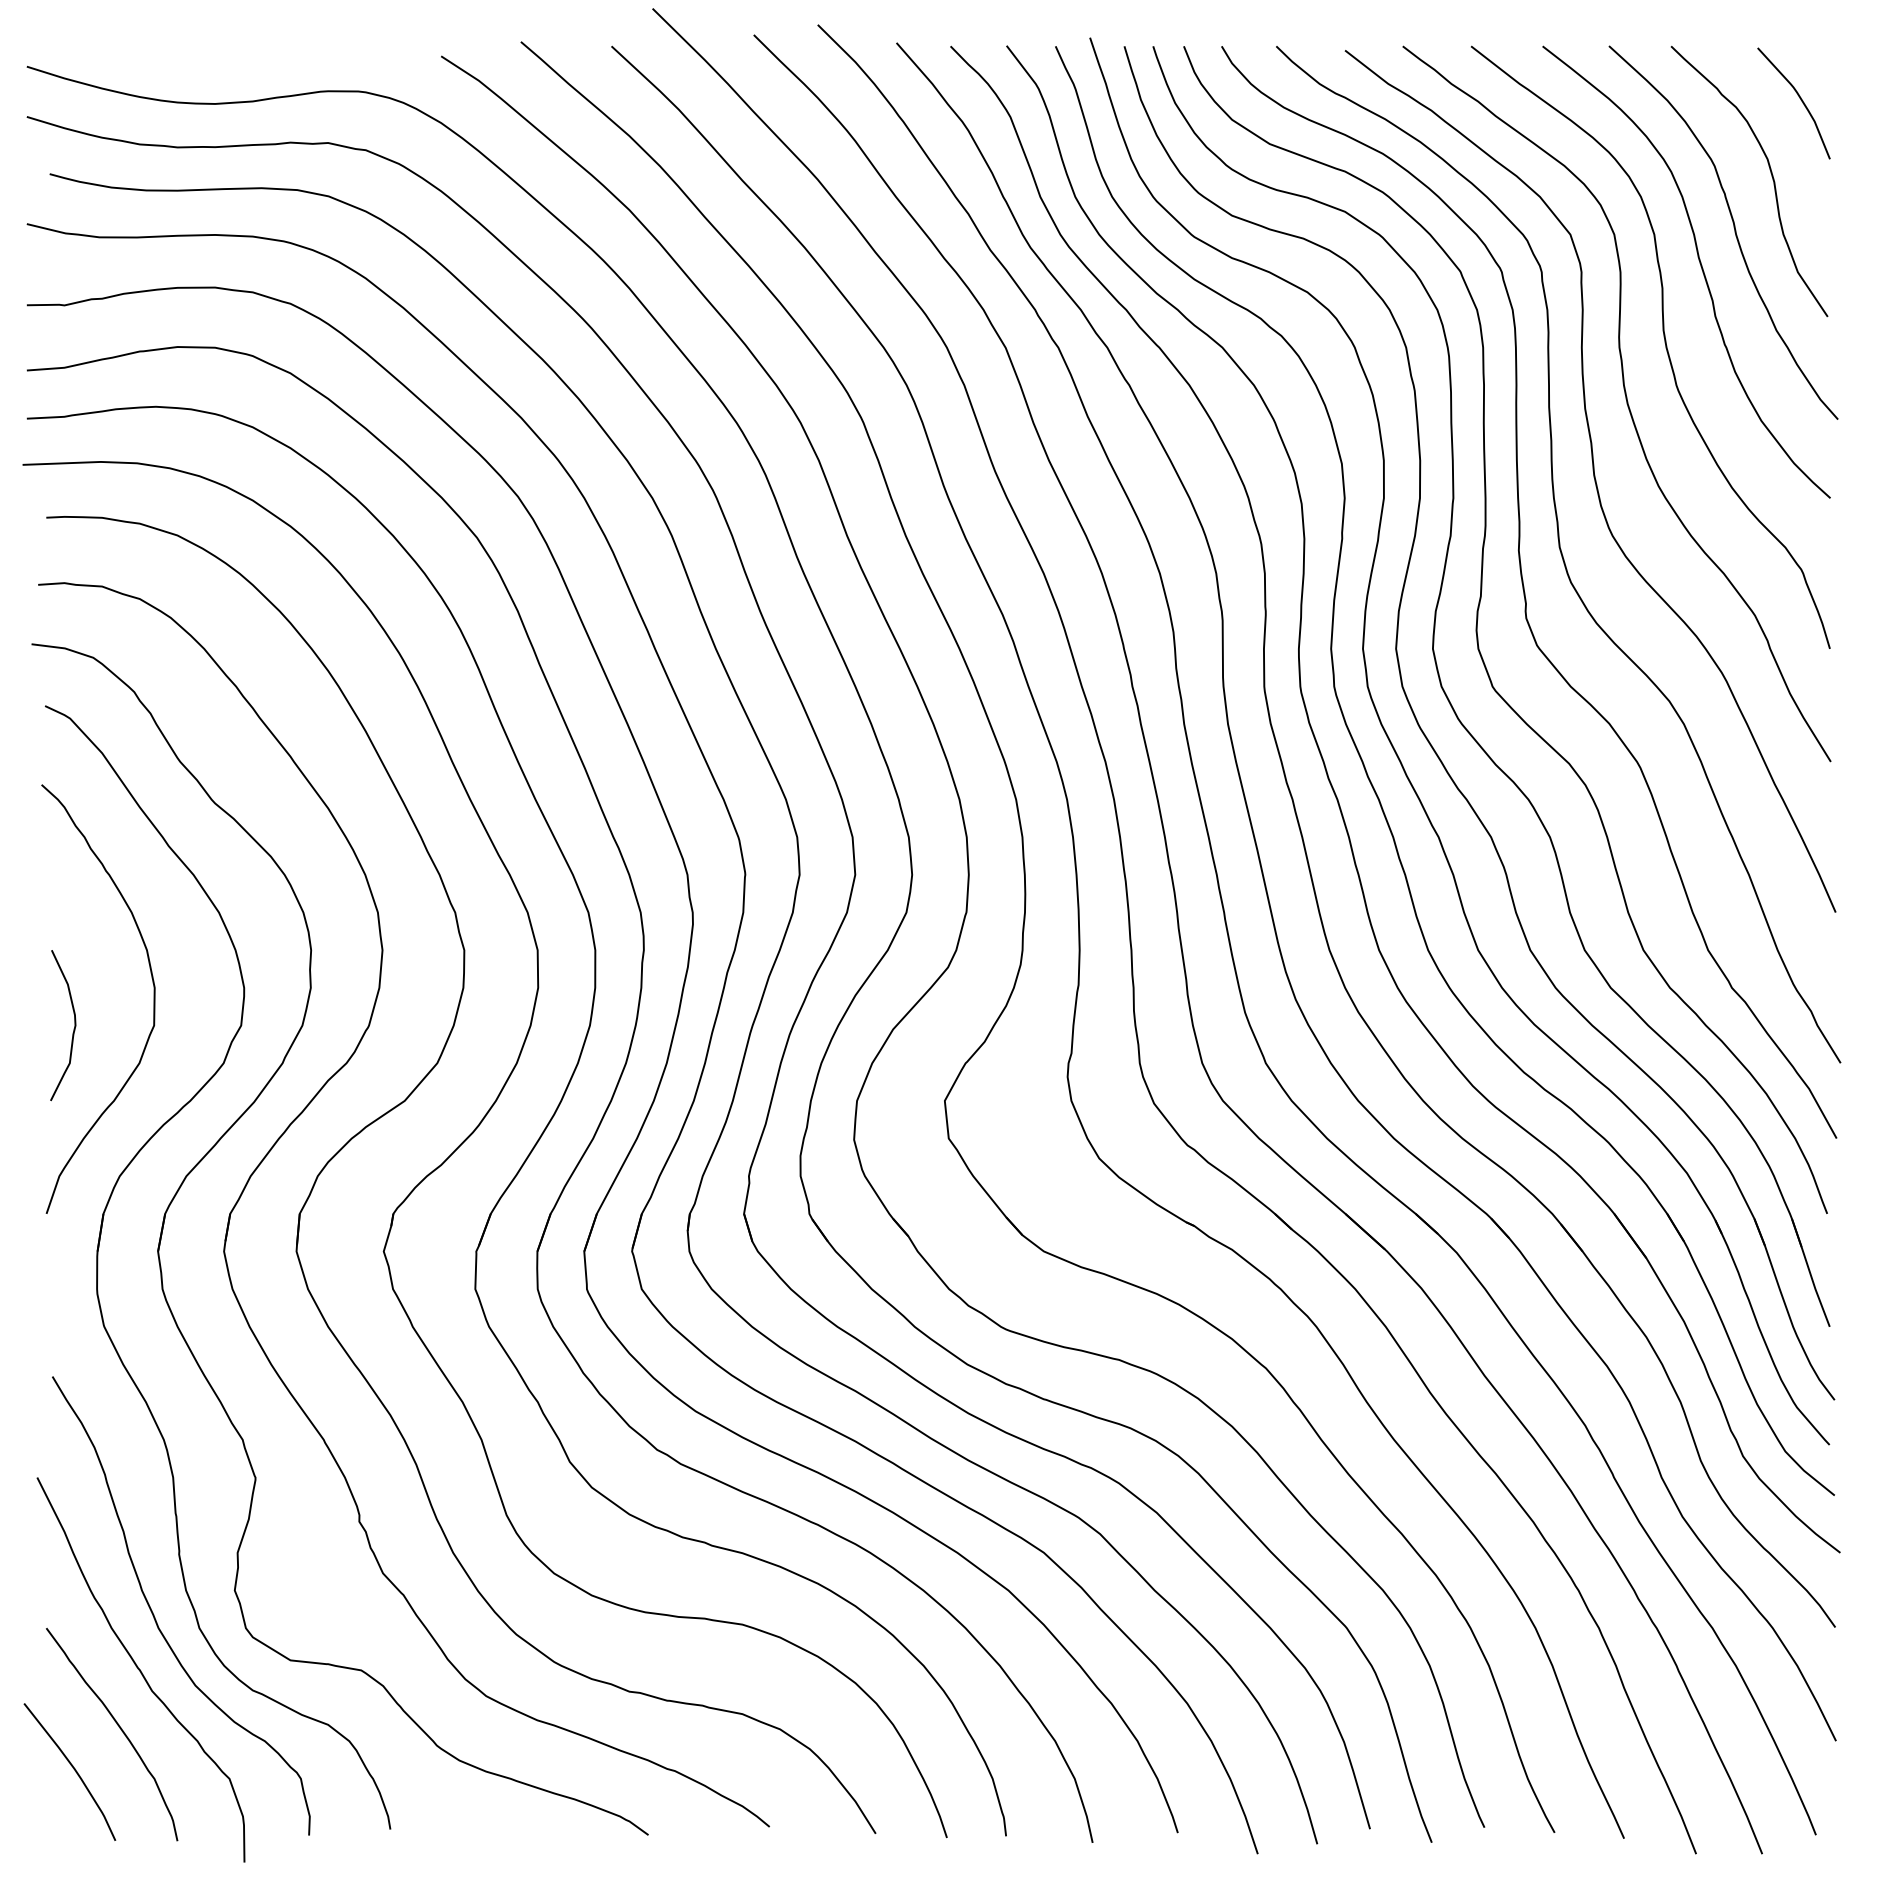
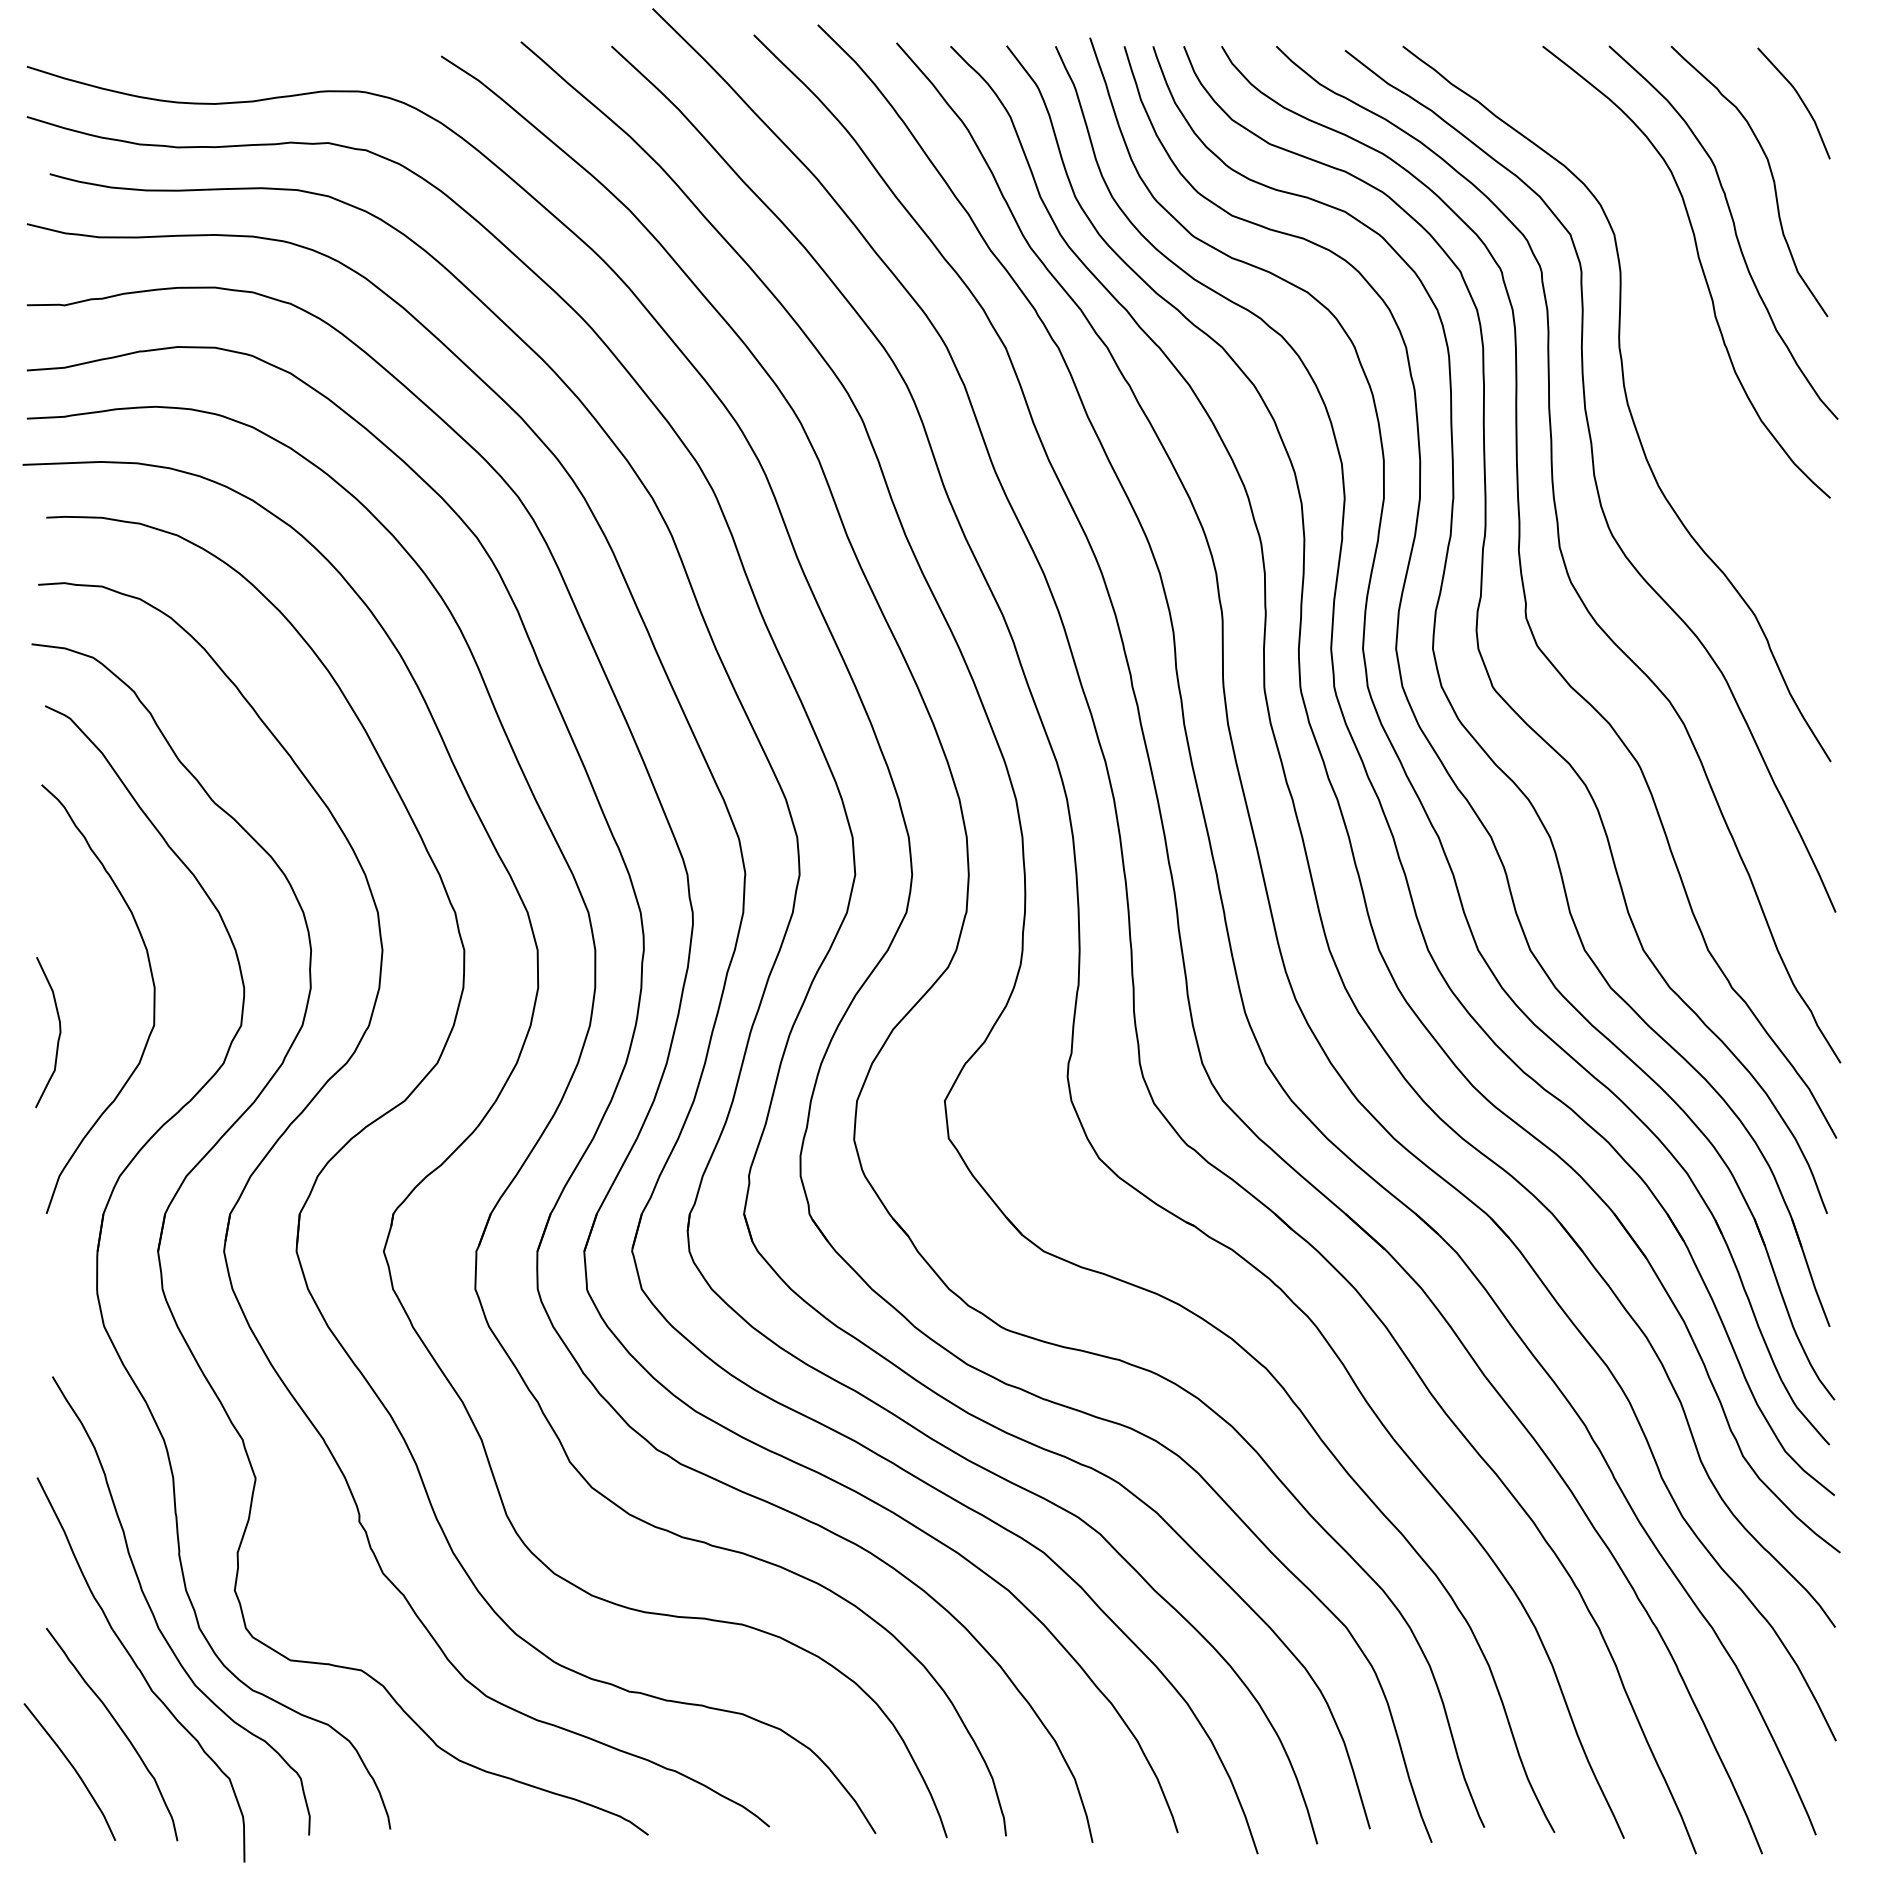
curve at (1664, 343): present -> none
curve at (73, 1028) position: (73, 1028) -> (58, 1035)
